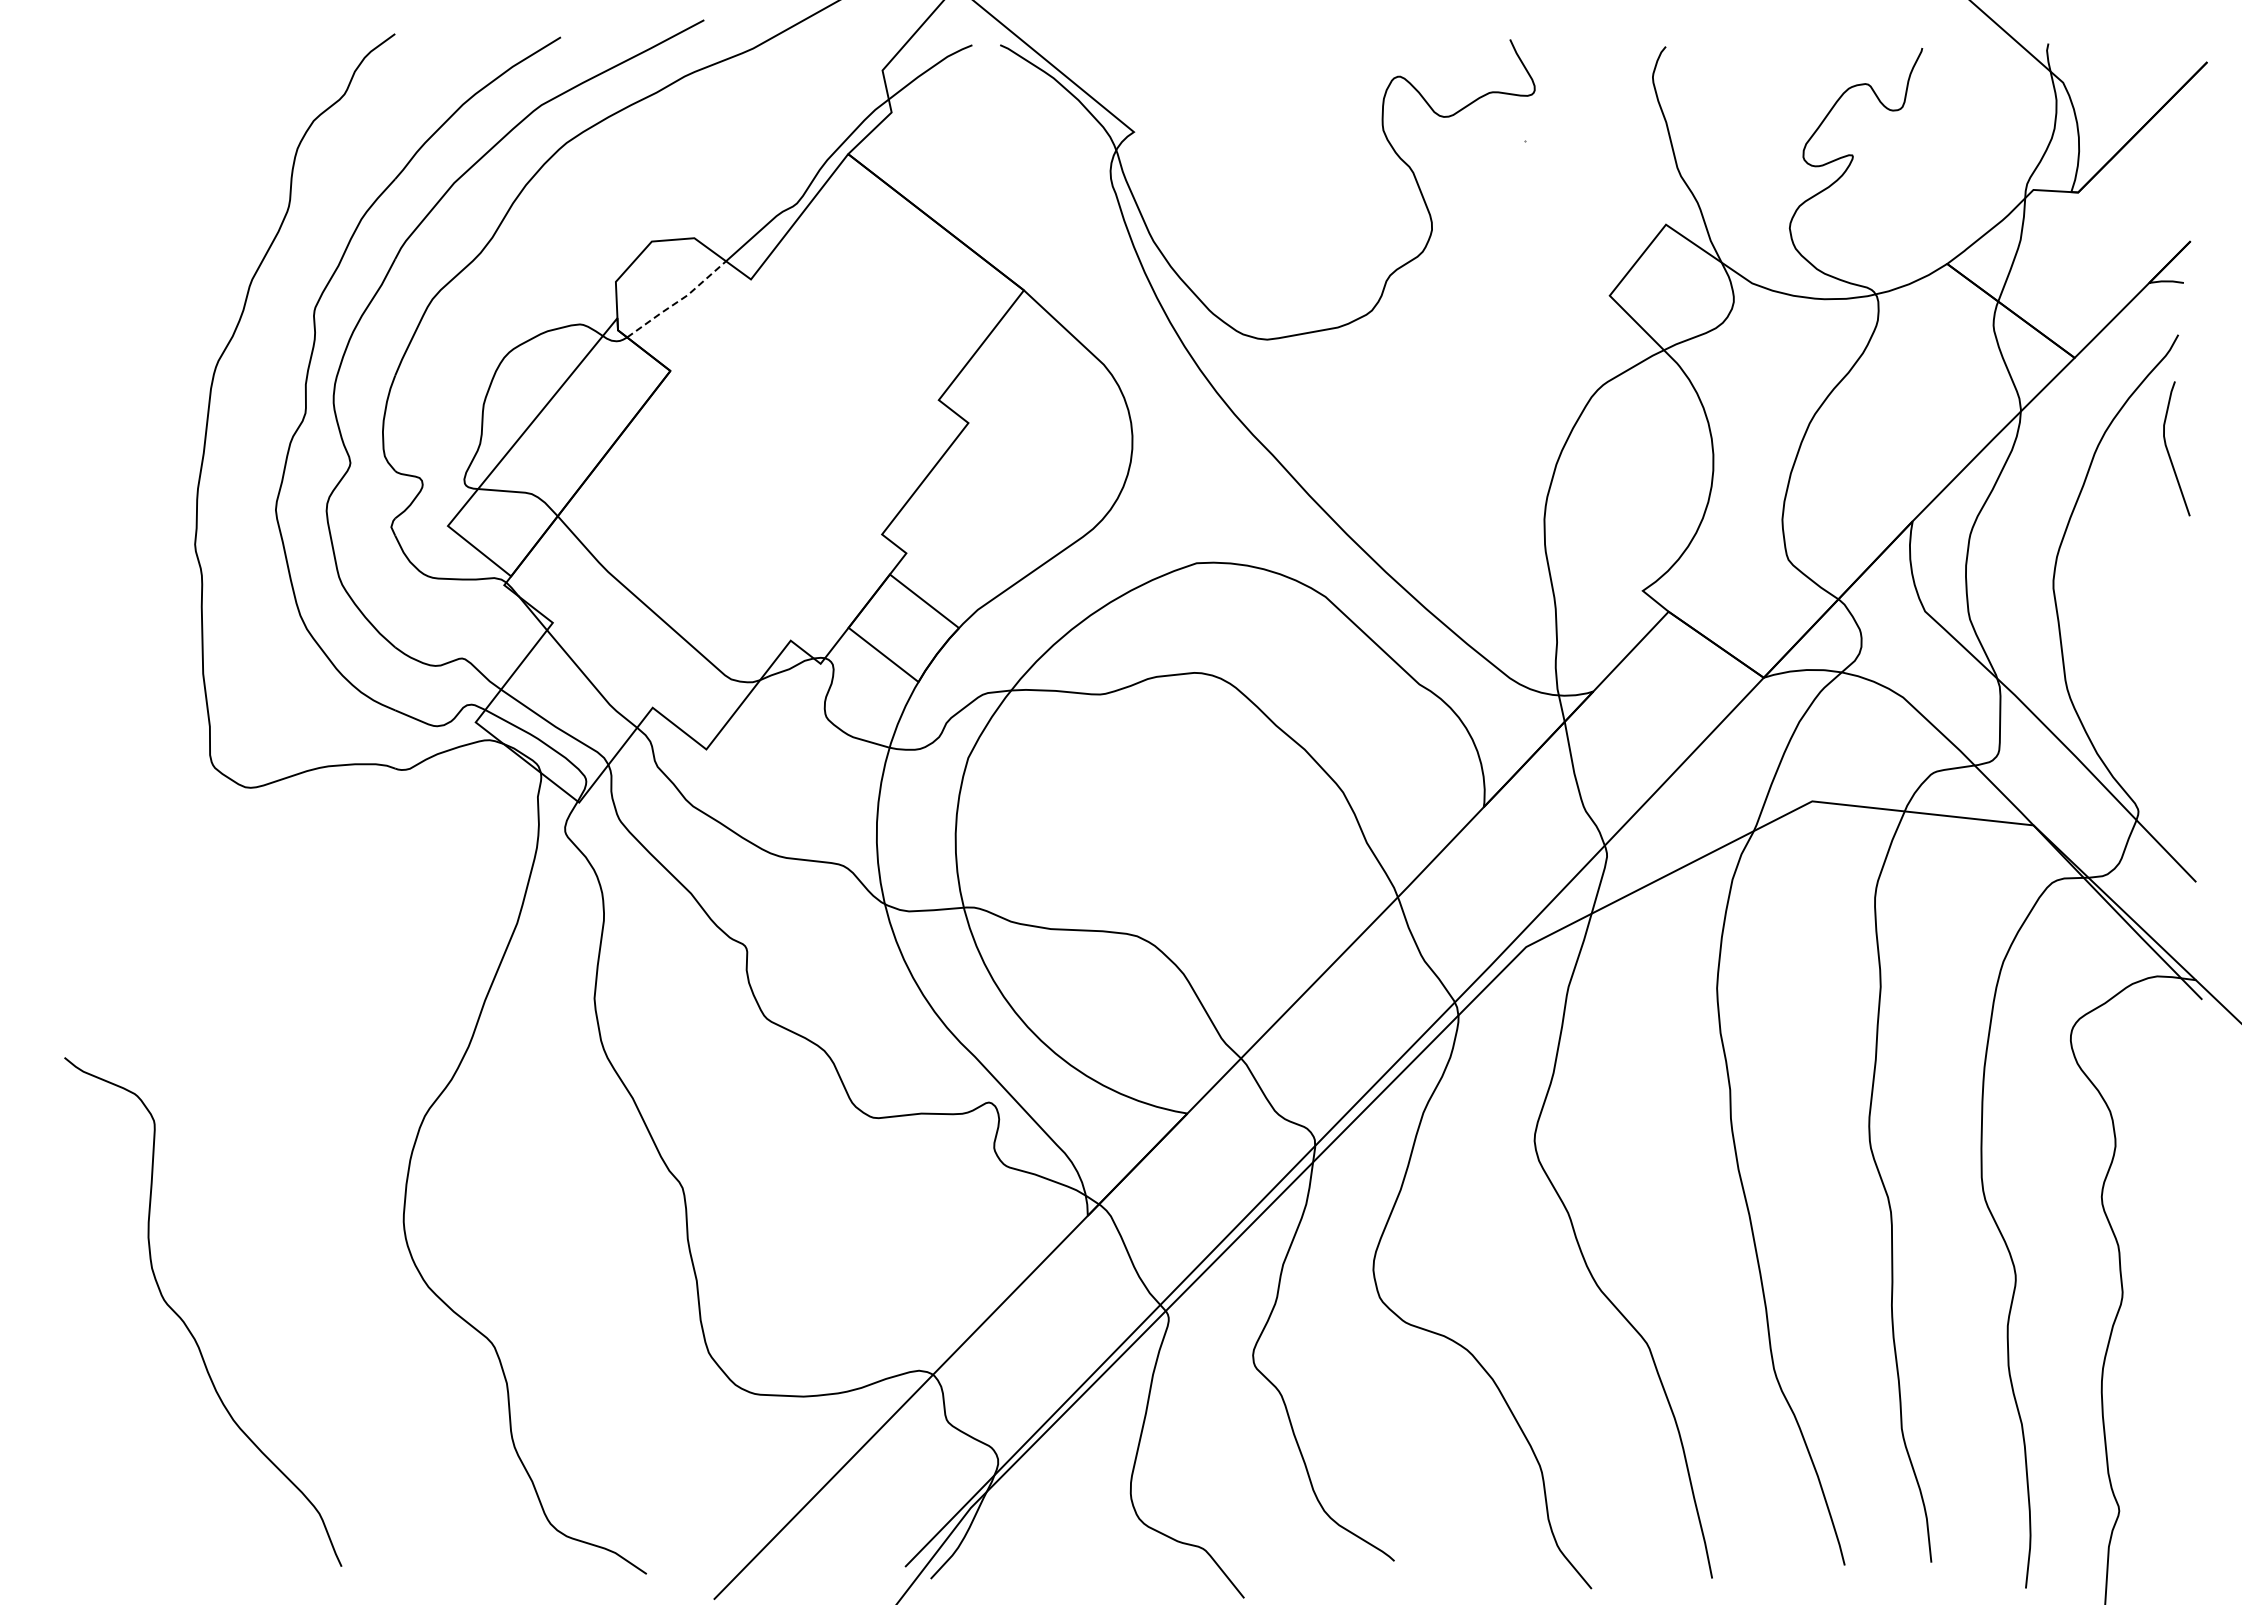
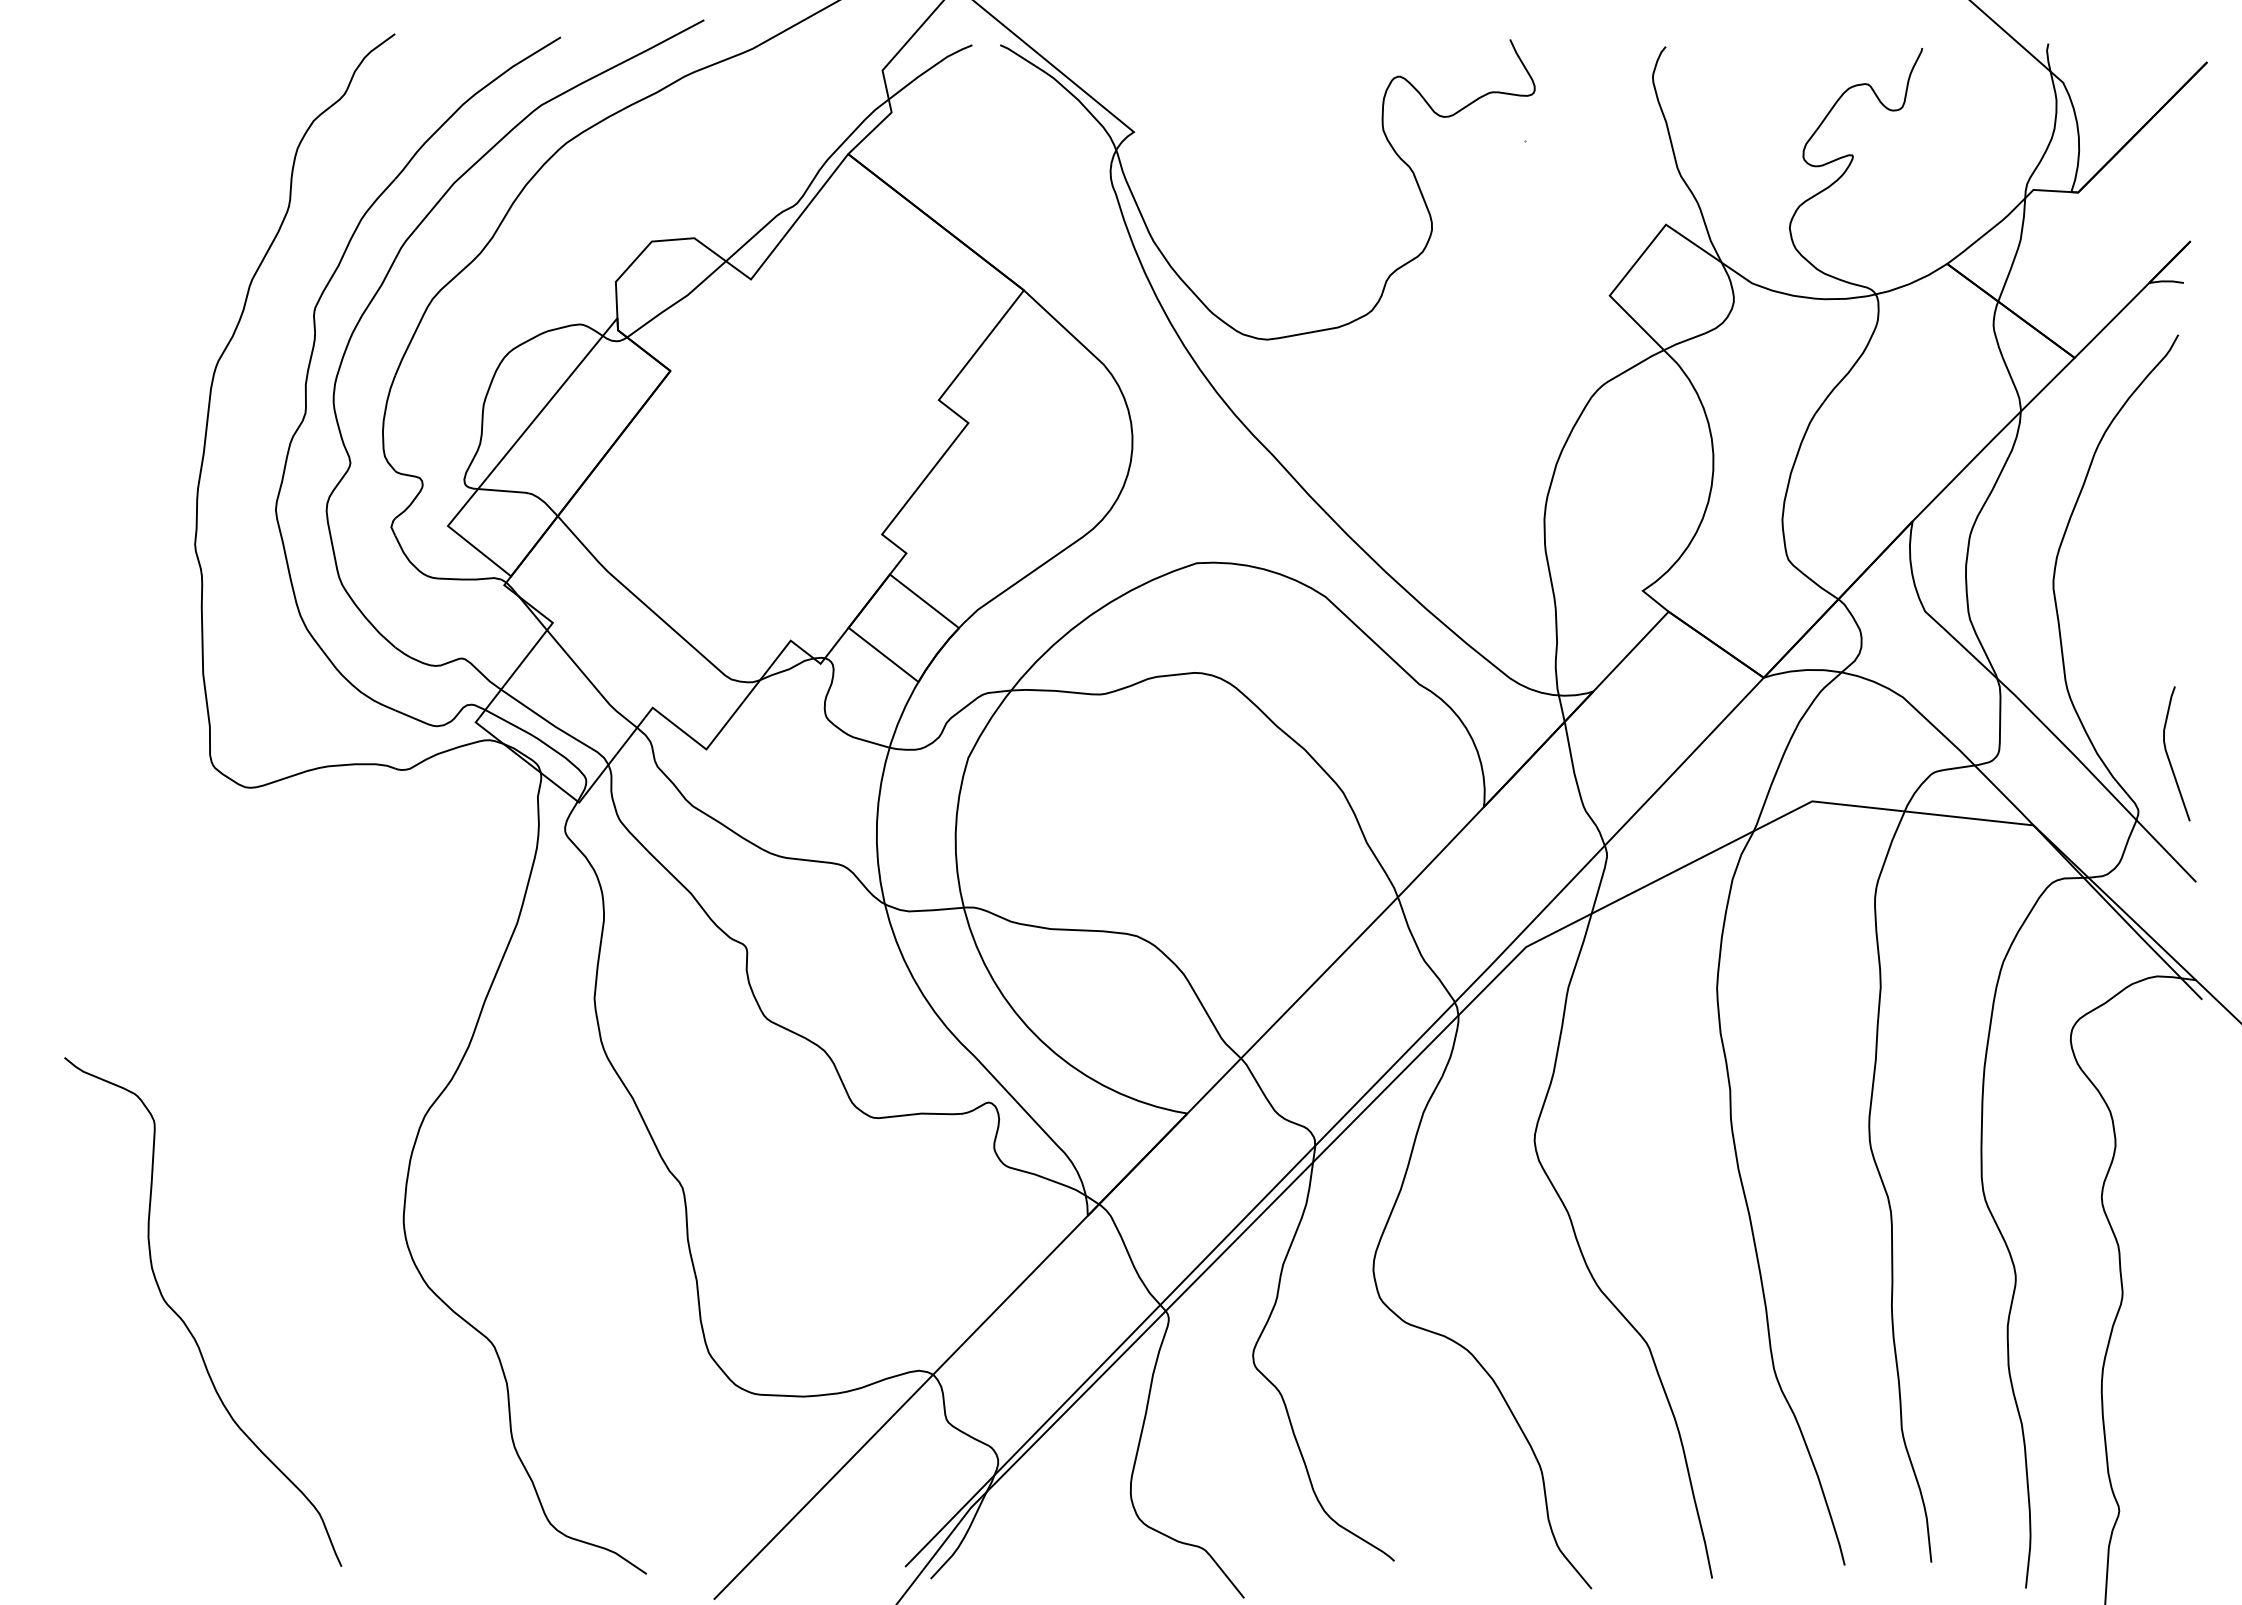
line at (678, 301): dashed -> solid
curve at (2168, 449) position: (2168, 449) -> (2168, 754)
